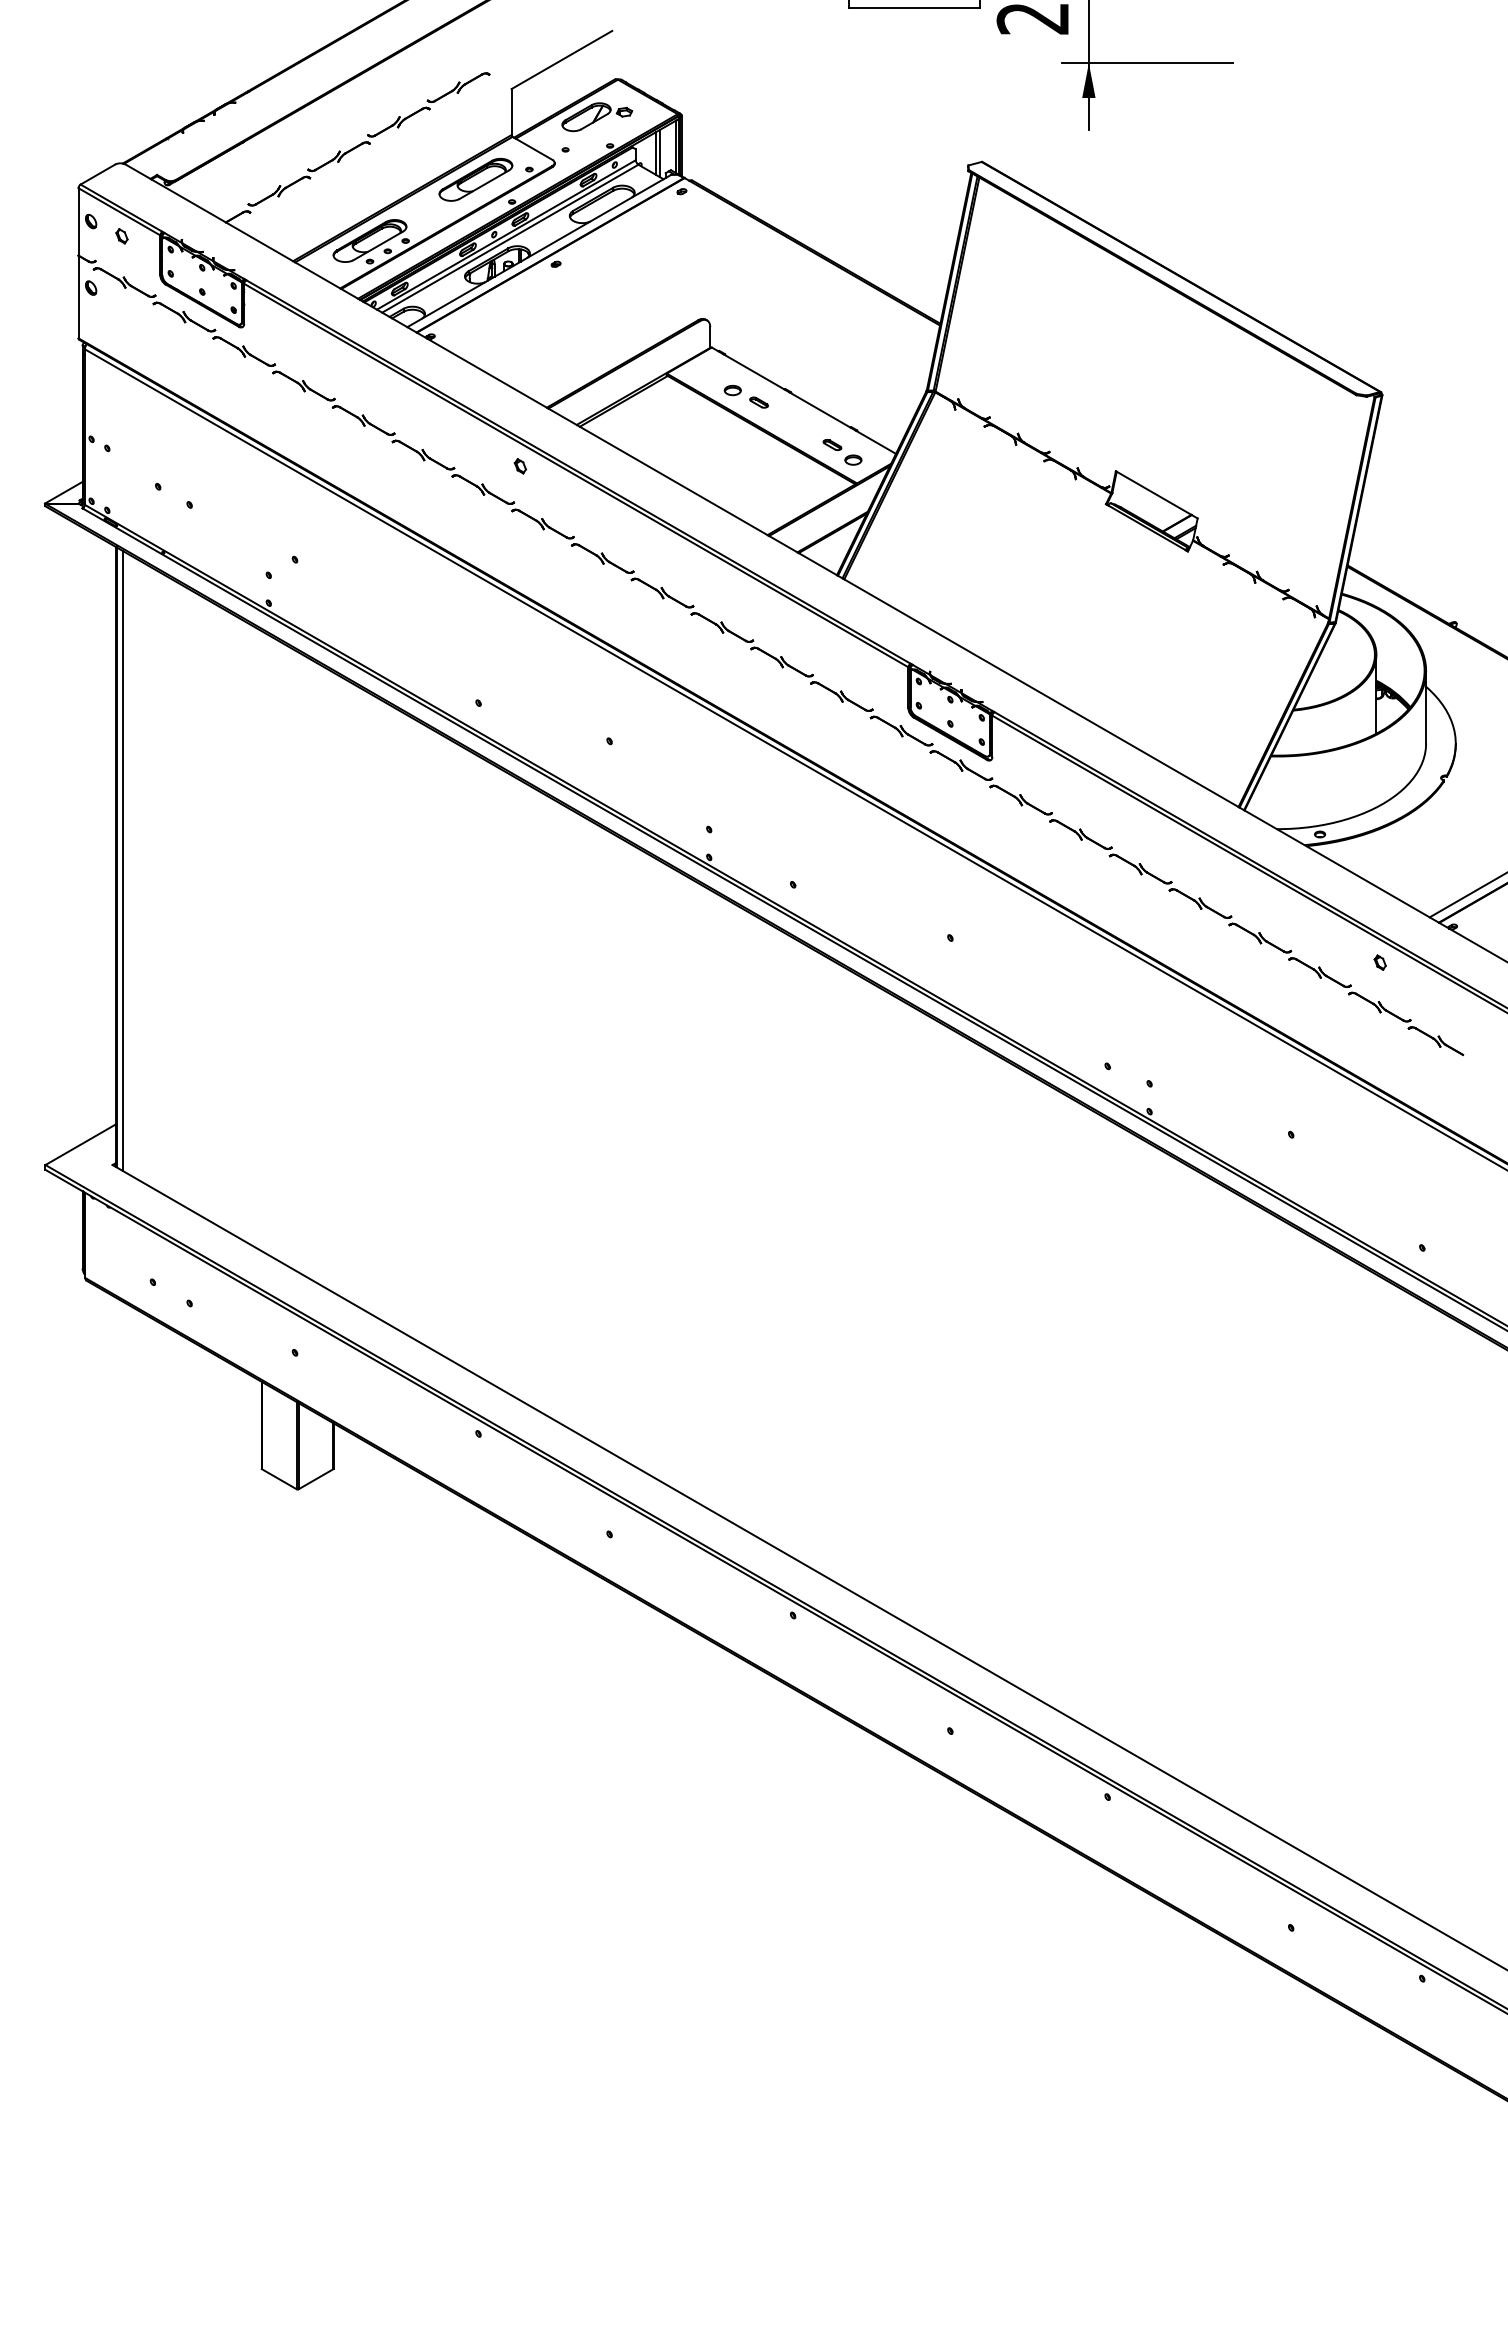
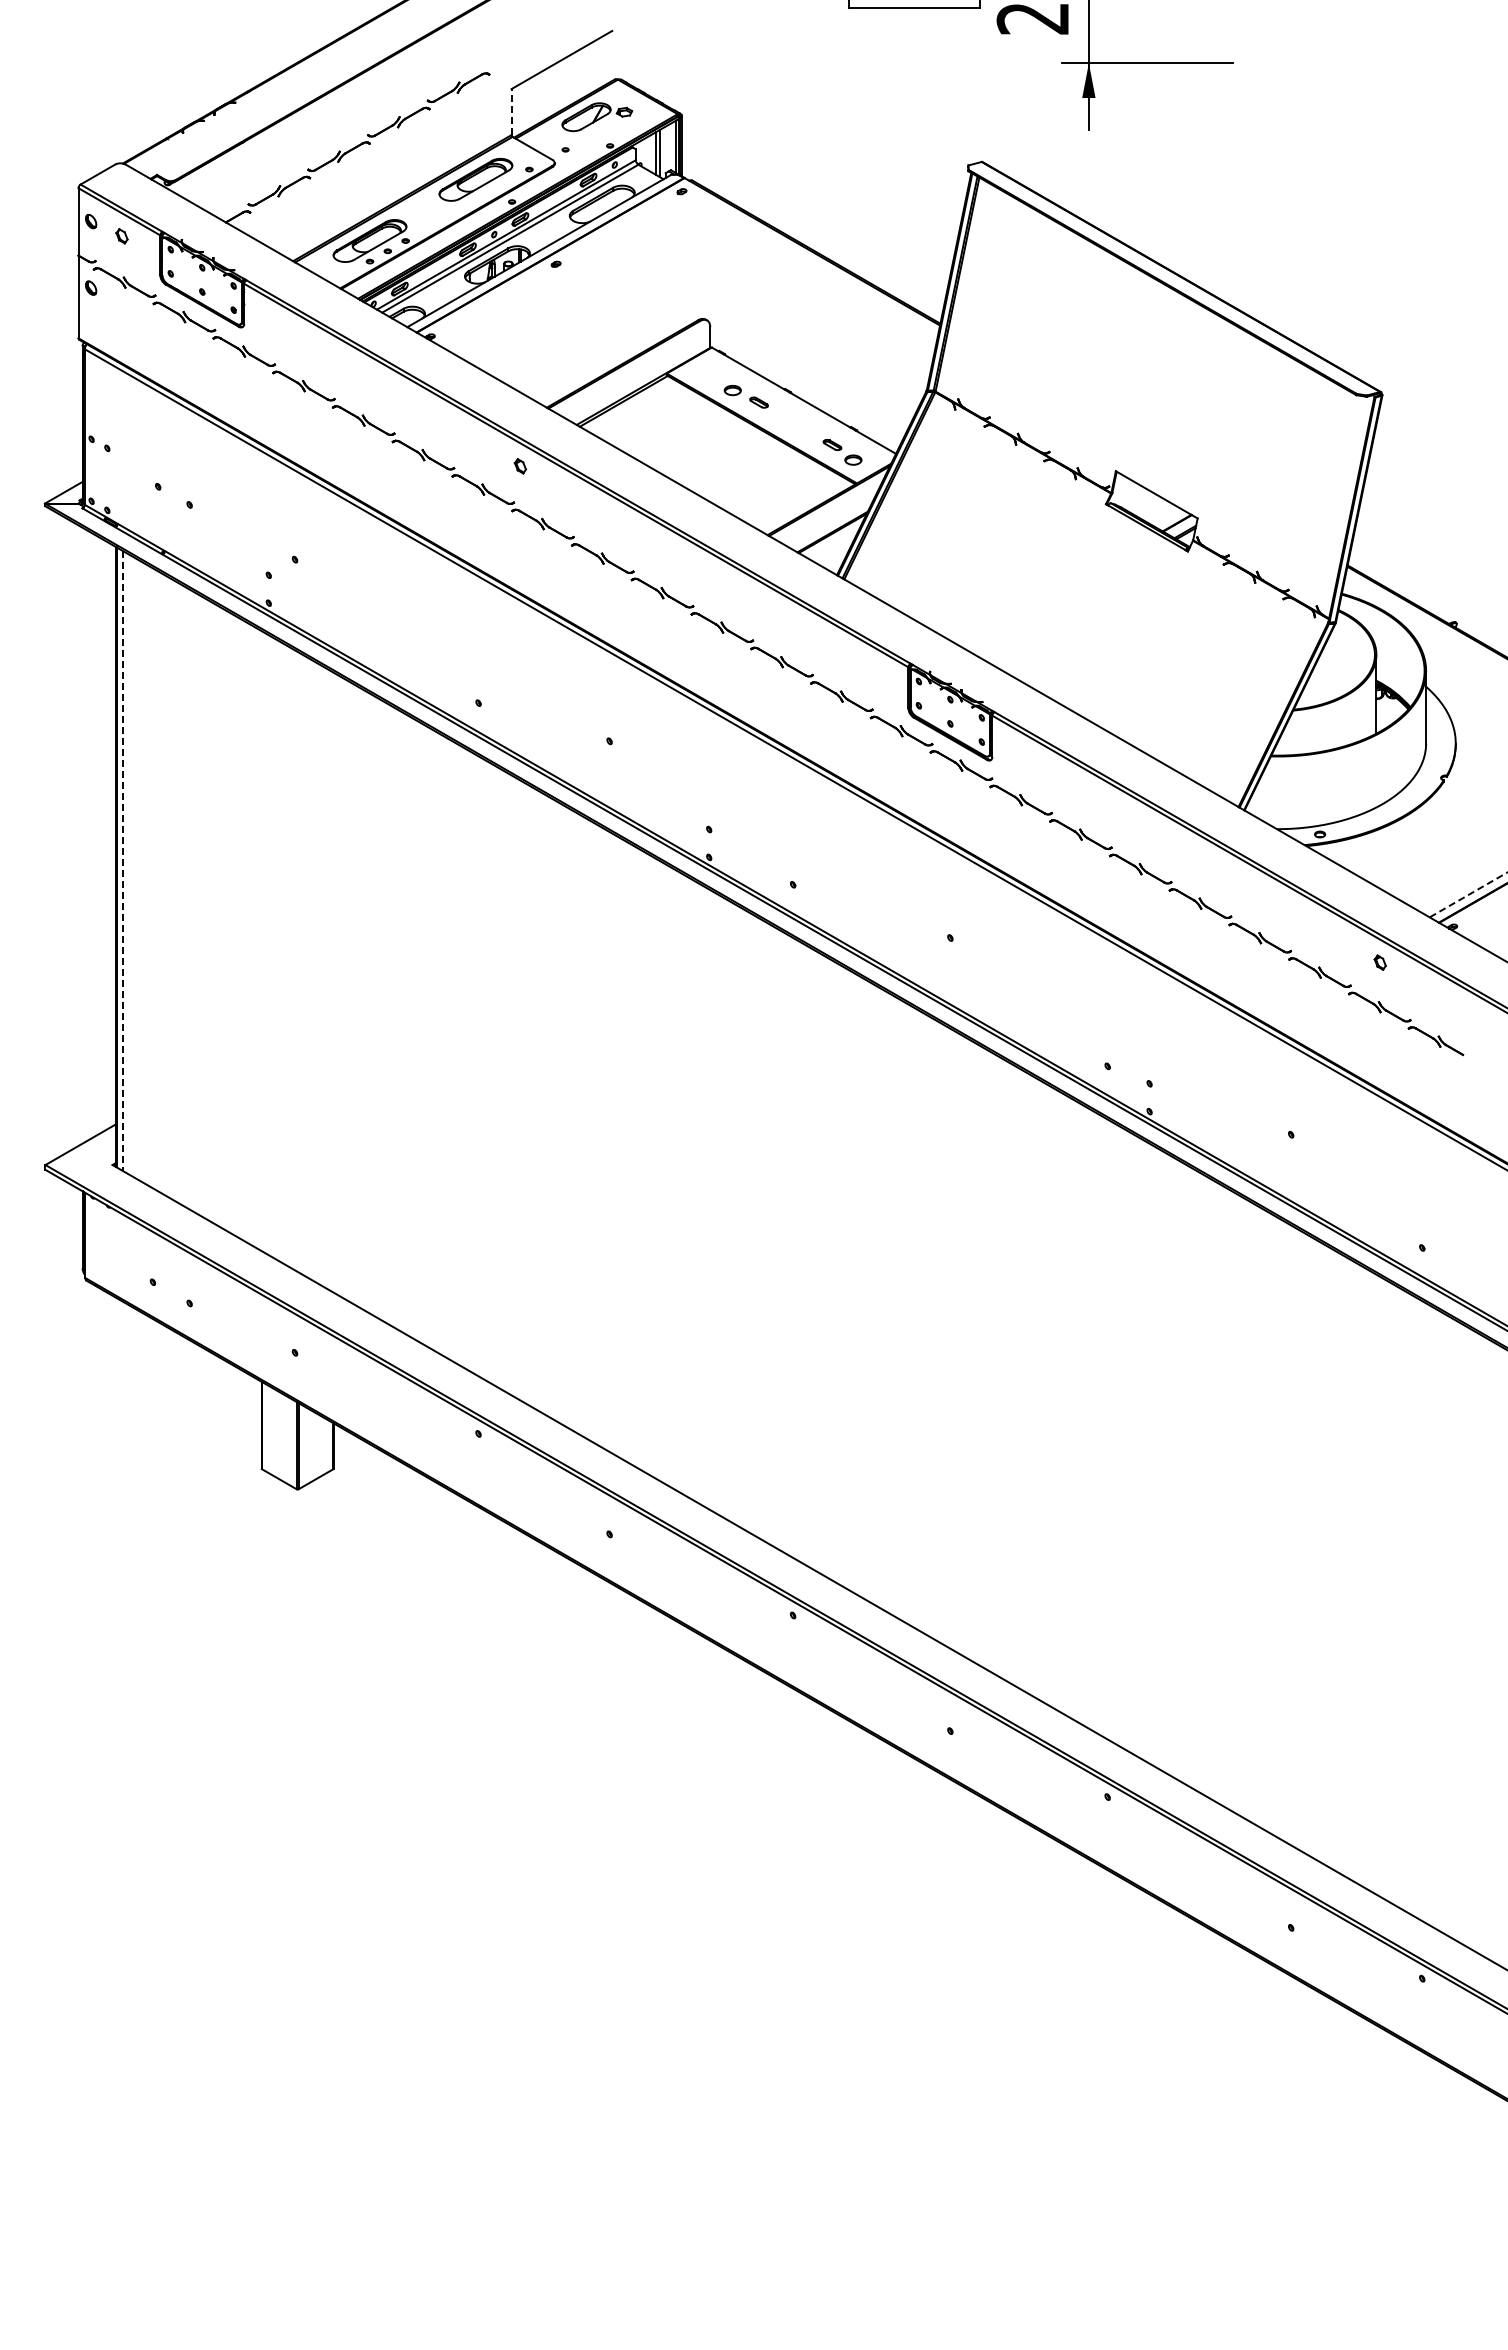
line at (511, 112): solid -> dashed
line at (123, 861): solid -> dashed
line at (1468, 894): solid -> dashed
